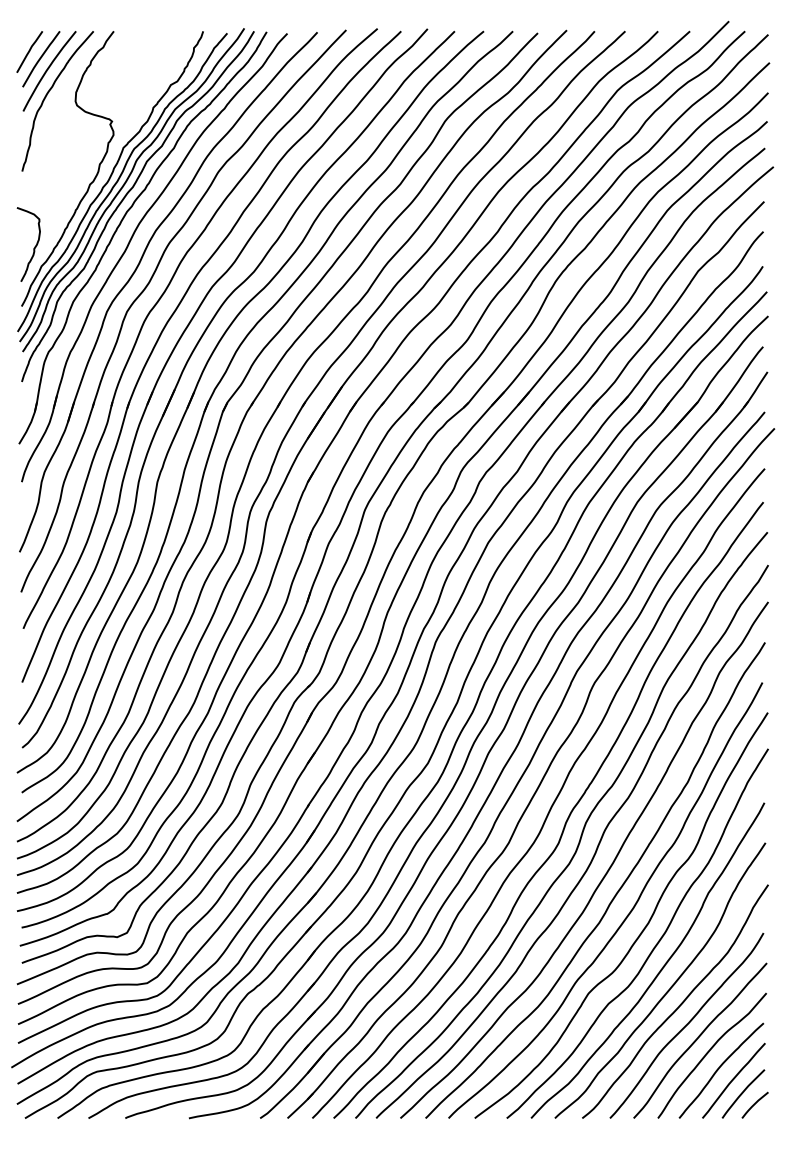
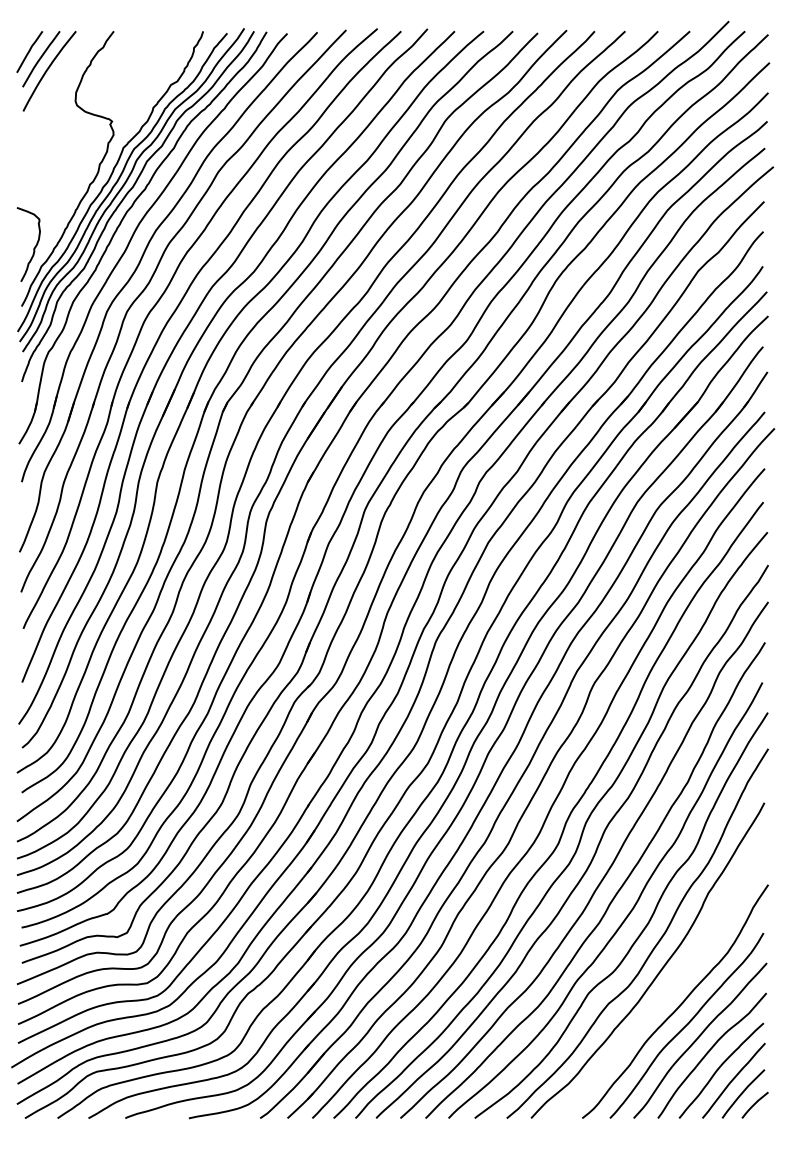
curve at (47, 95): present -> none
curve at (670, 986): present -> none
